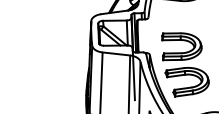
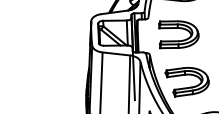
part at (181, 46) position: (181, 46) -> (178, 34)
